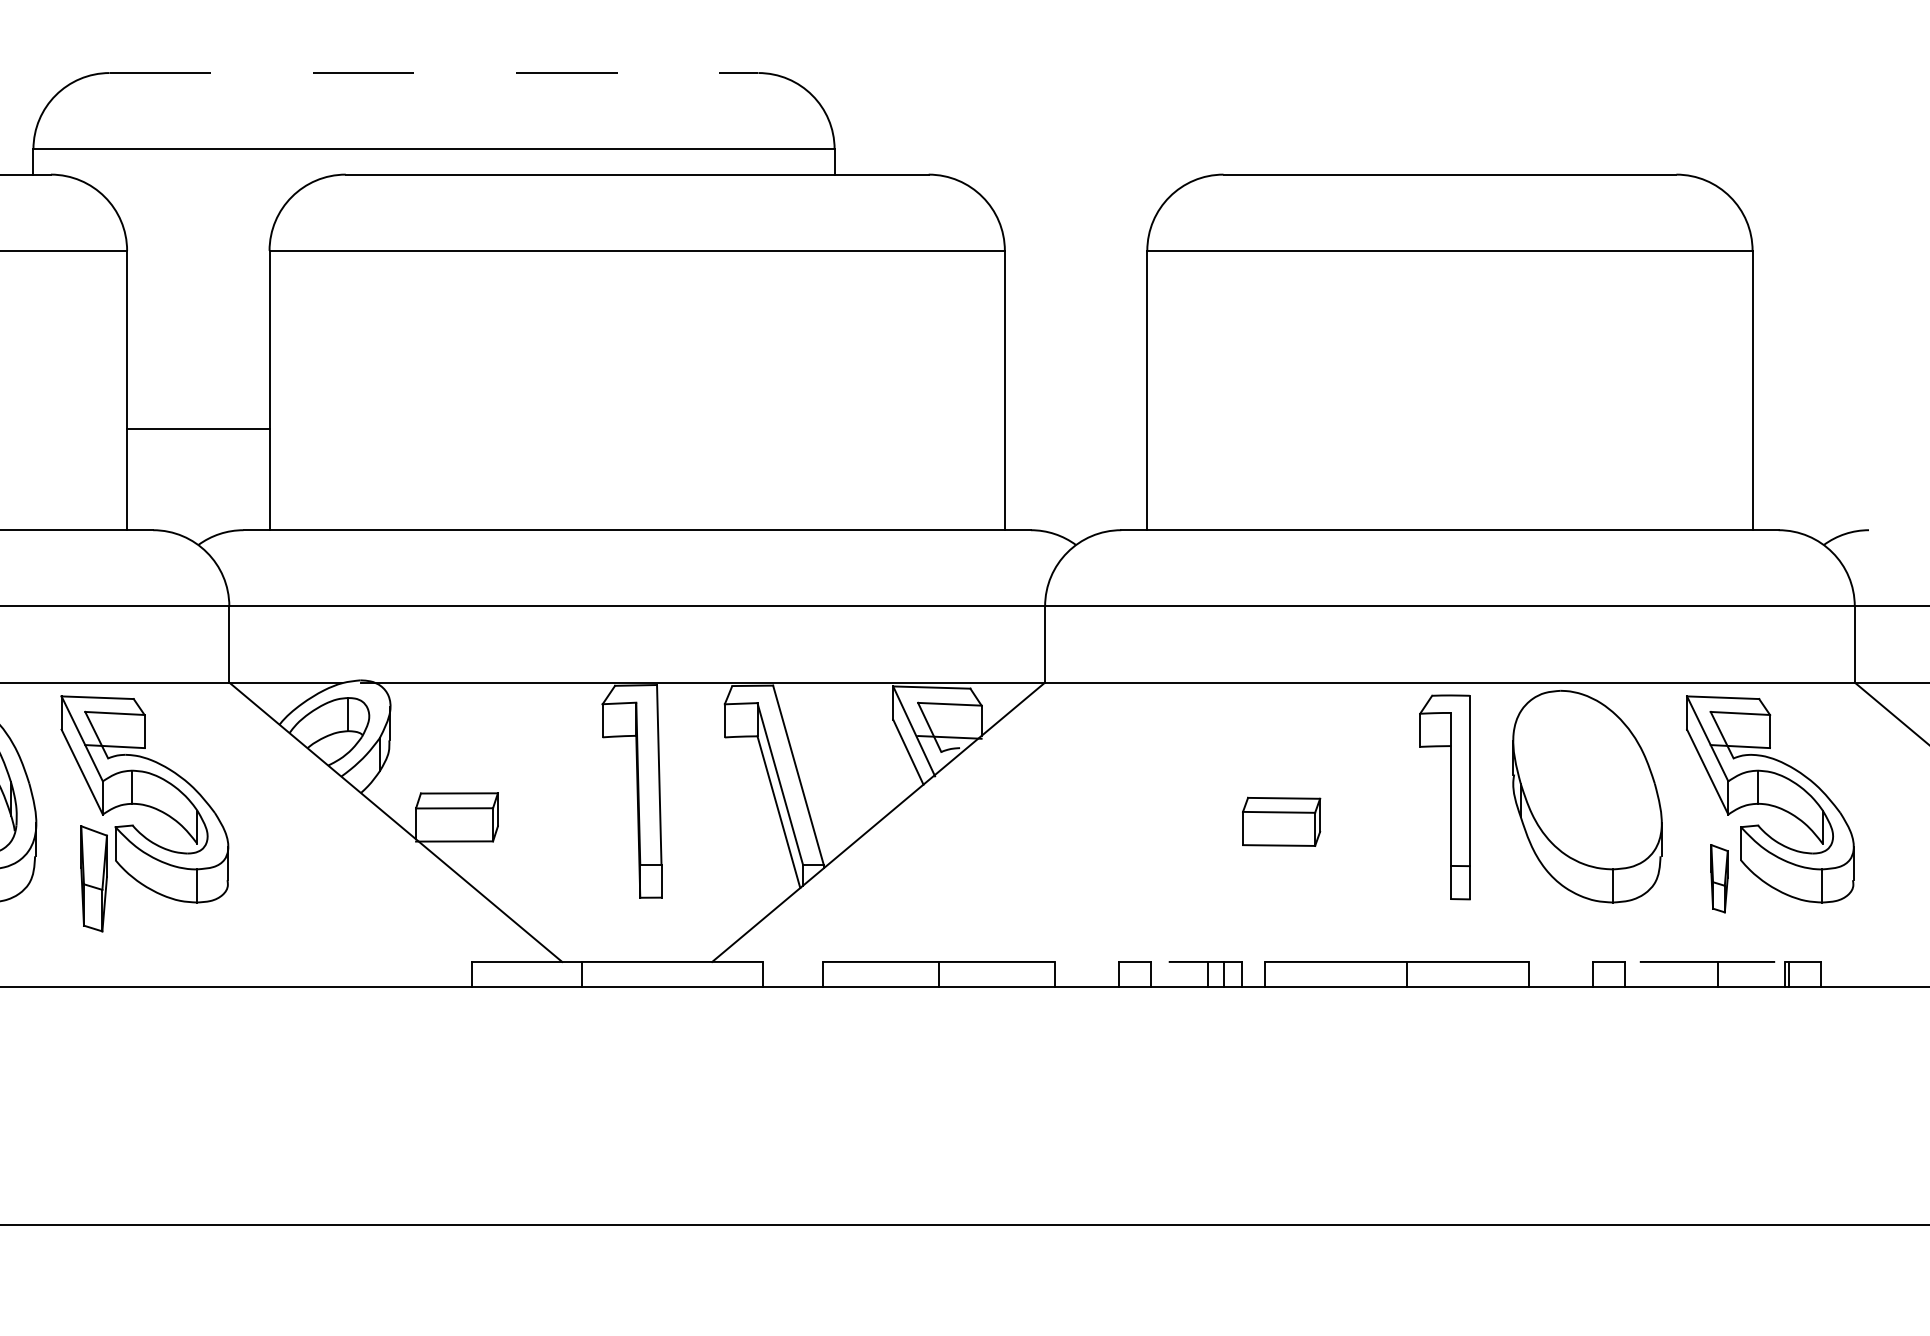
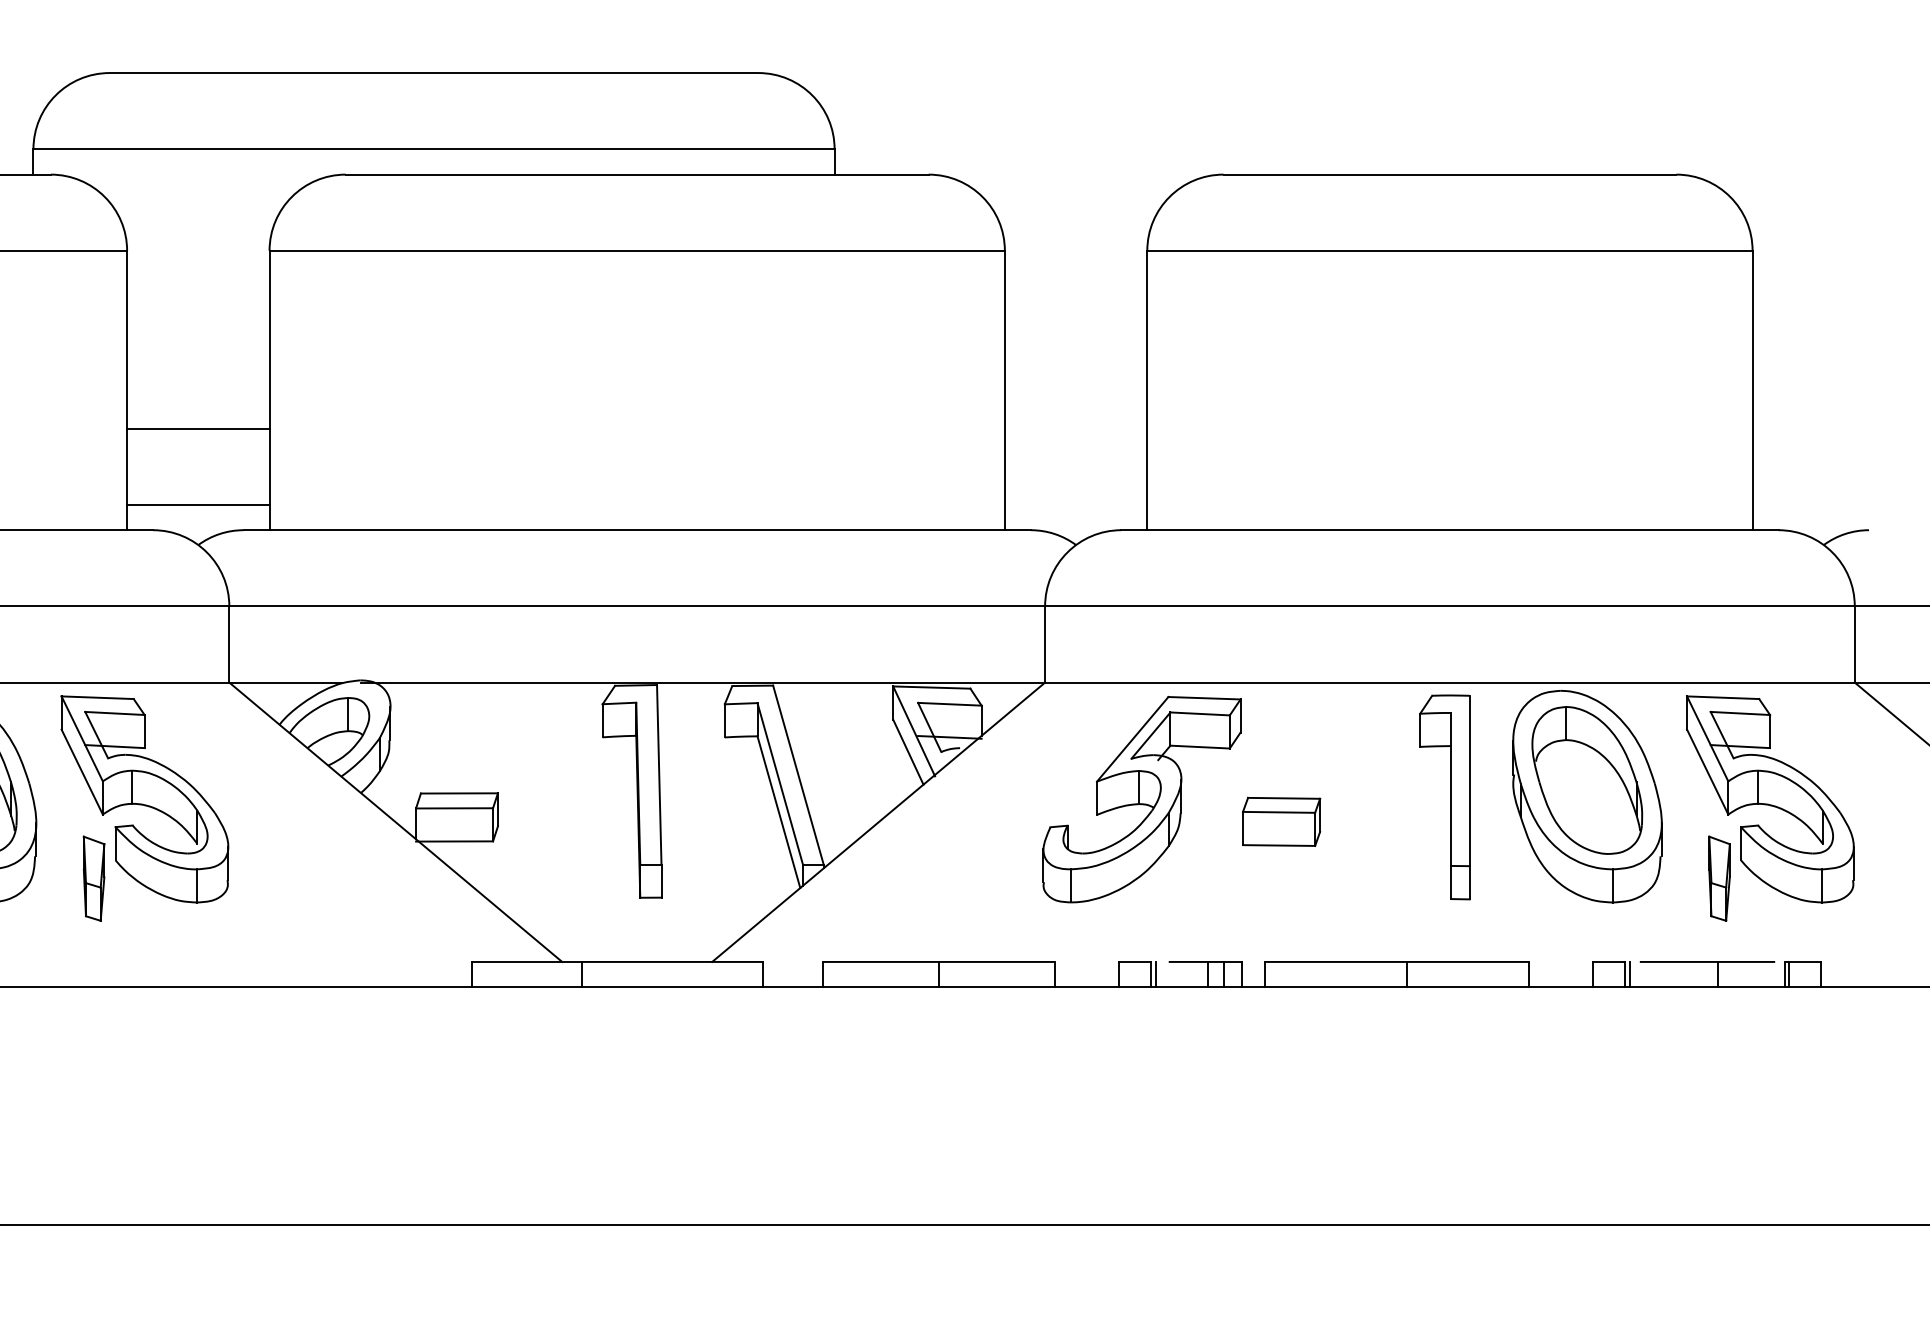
line at (434, 73): dashed -> solid
line at (198, 504): none -> present
part at (1587, 780): none -> present
part at (1141, 799): none -> present
part at (93, 878) size: 28x108 px -> 24x87 px
part at (1719, 878) size: 19x70 px -> 23x87 px
line at (1156, 974): none -> present
line at (1629, 974): none -> present
